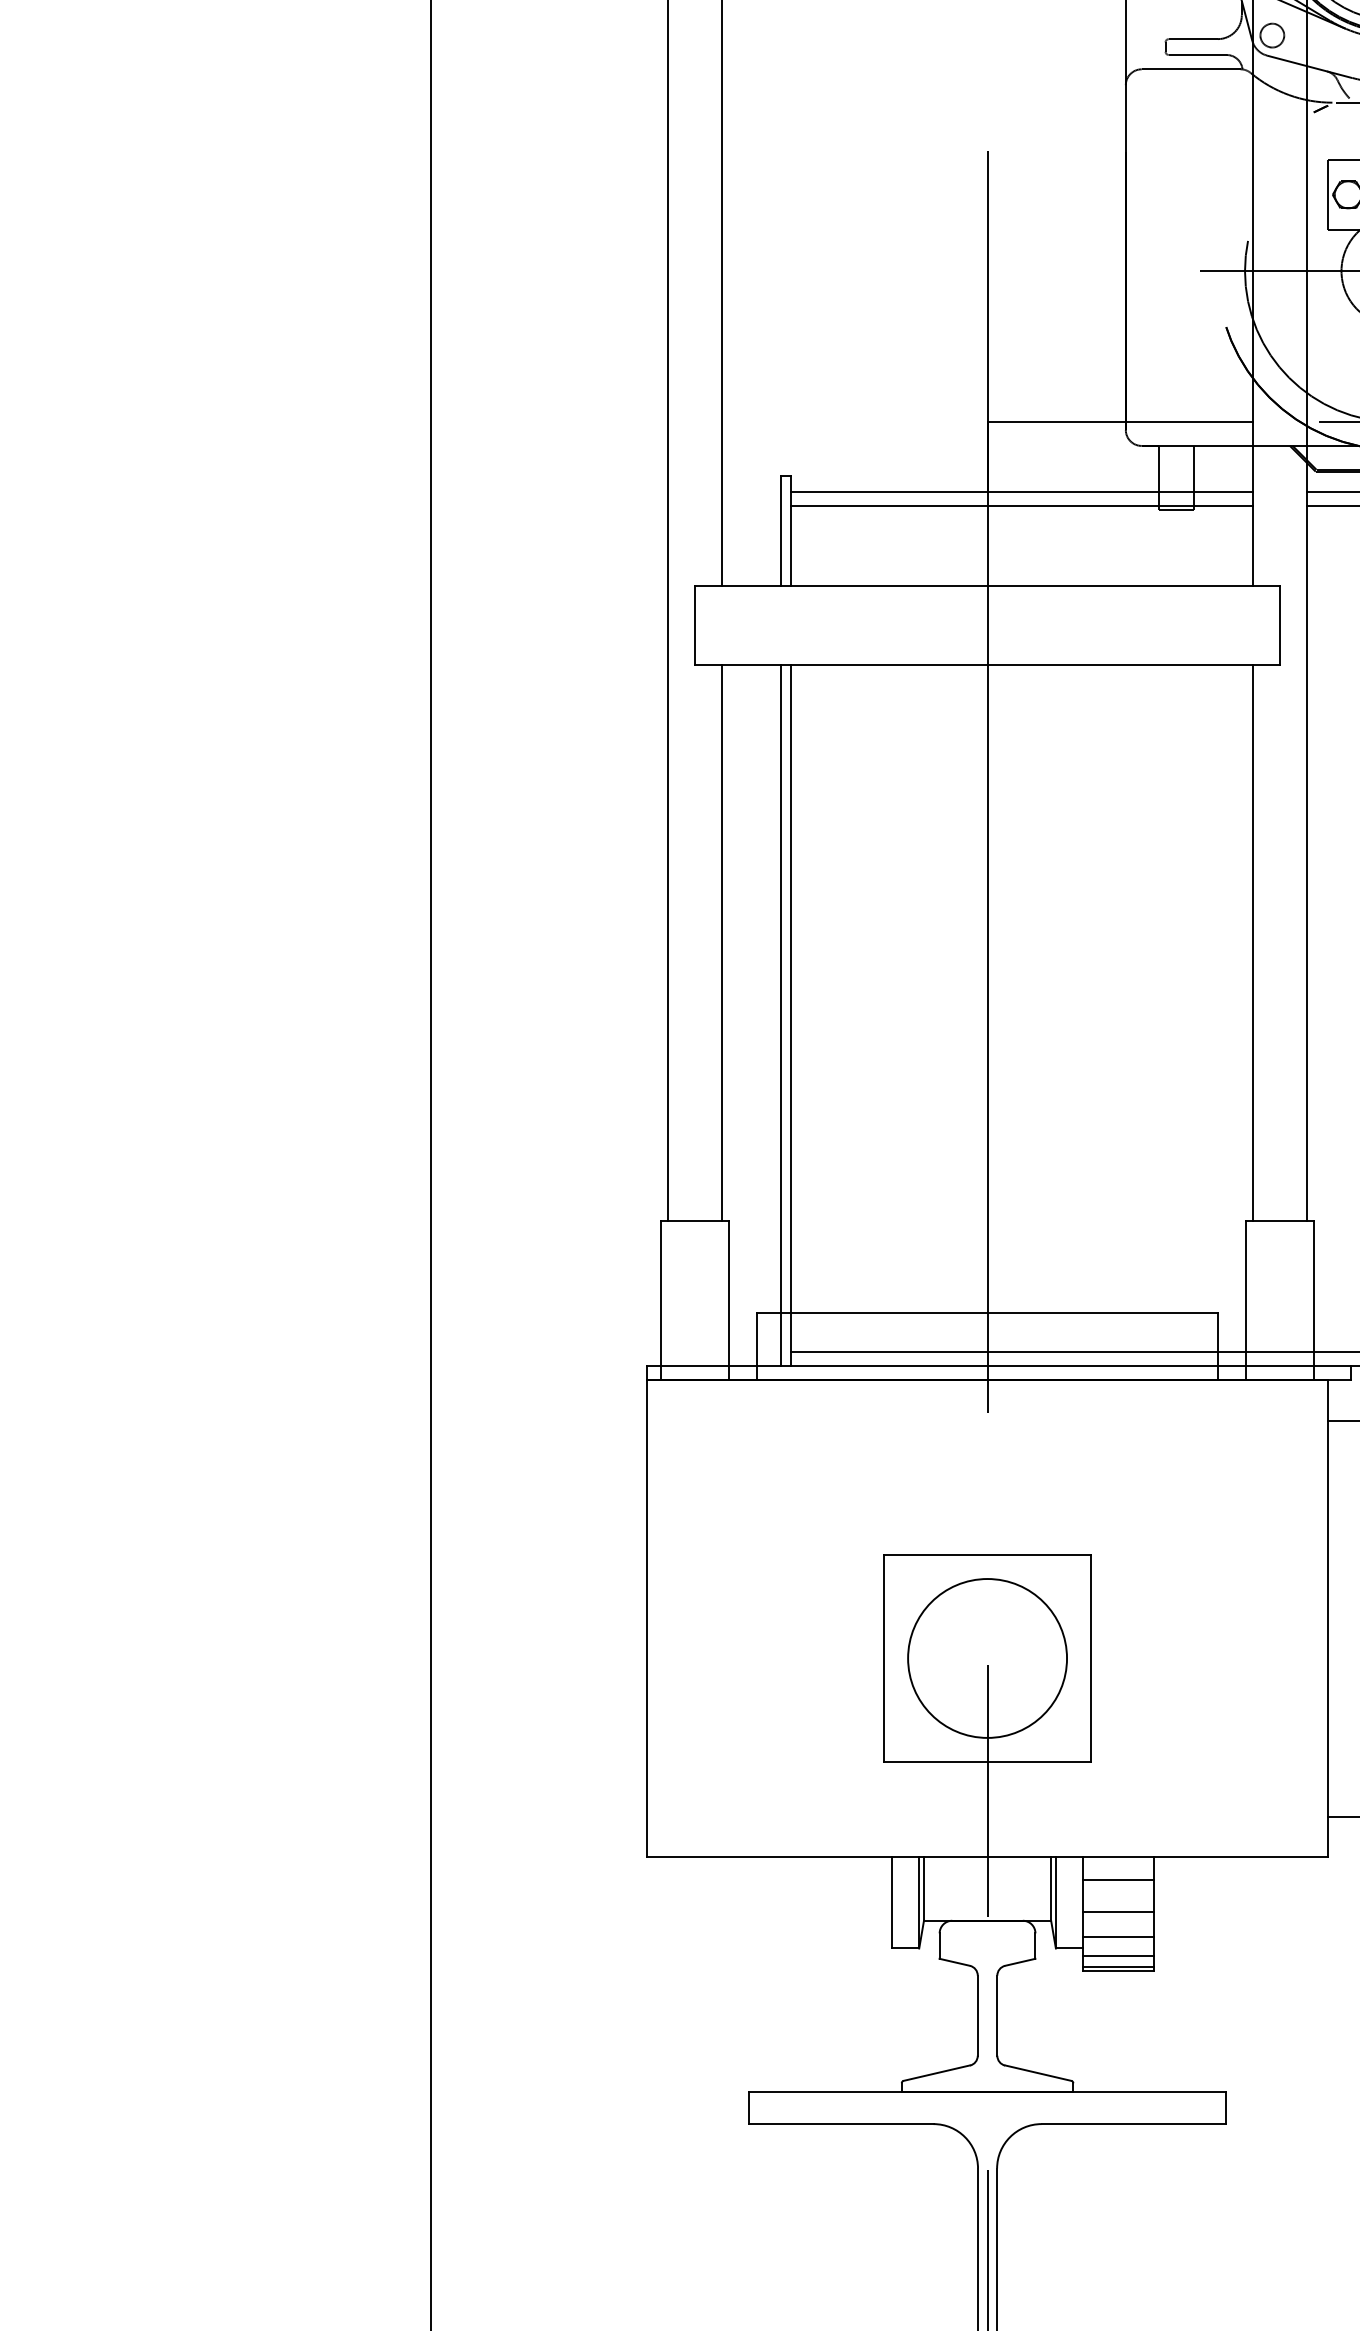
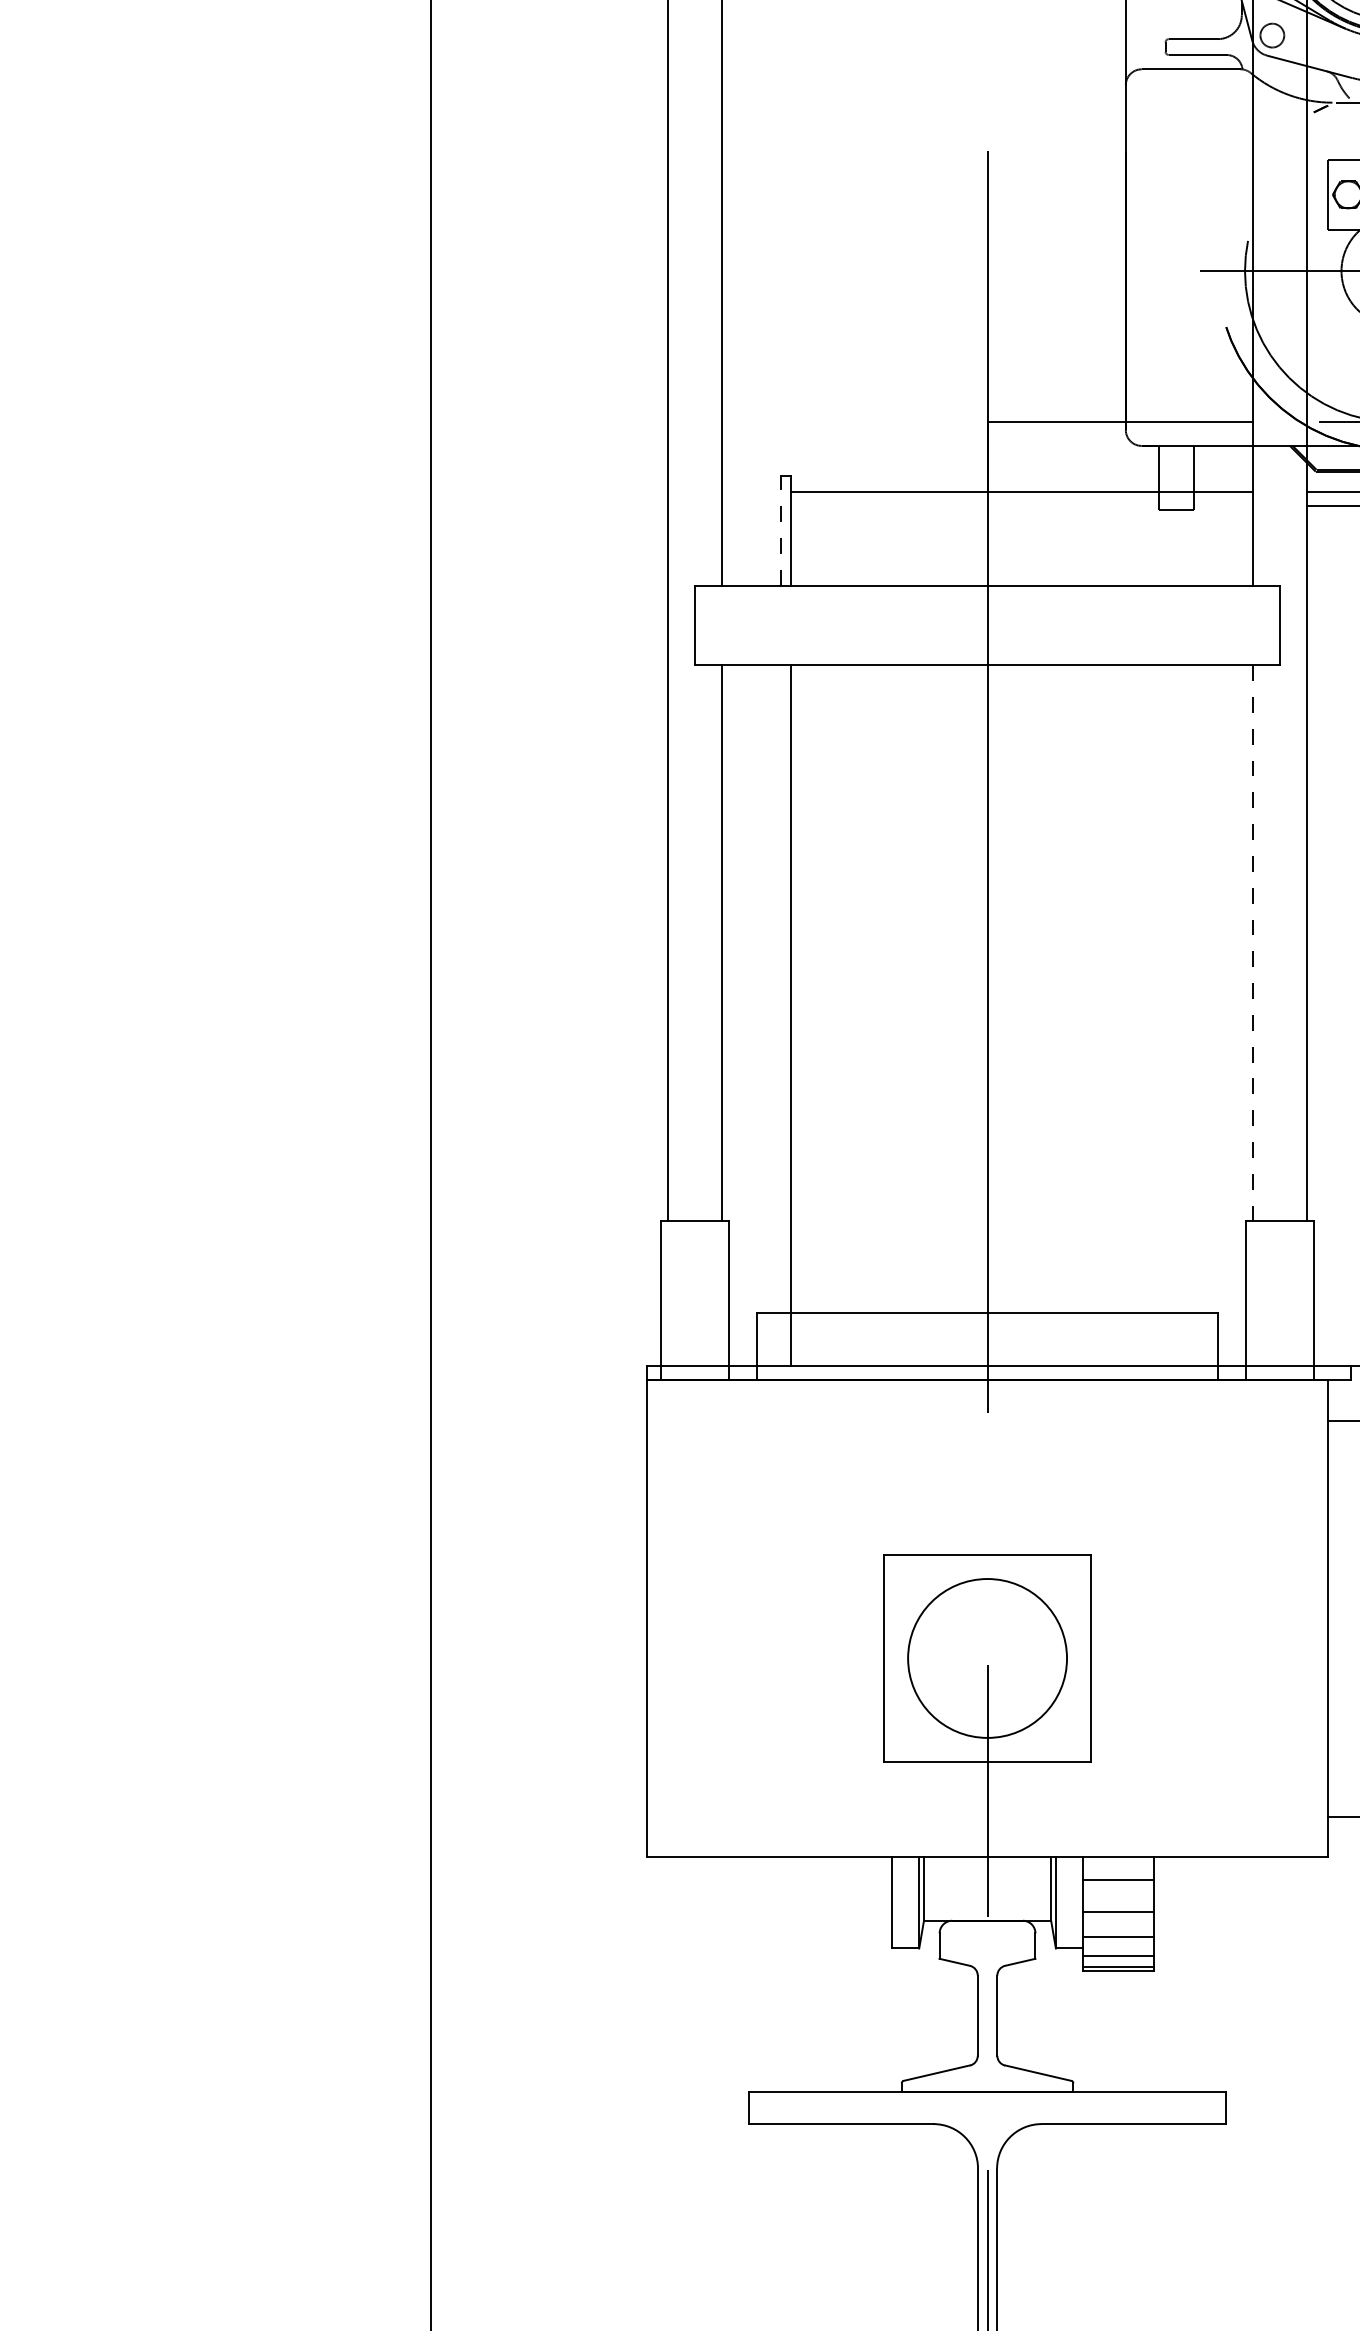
line at (1021, 506): present -> none
line at (780, 530): solid -> dashed
line at (1252, 943): solid -> dashed
line at (780, 1015): present -> none
line at (1073, 1351): present -> none
